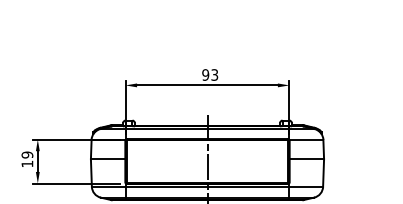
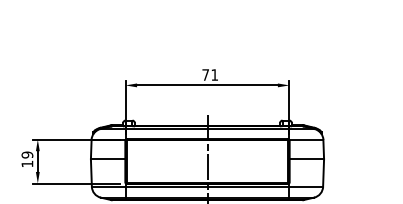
text at (210, 74): 93 -> 71
